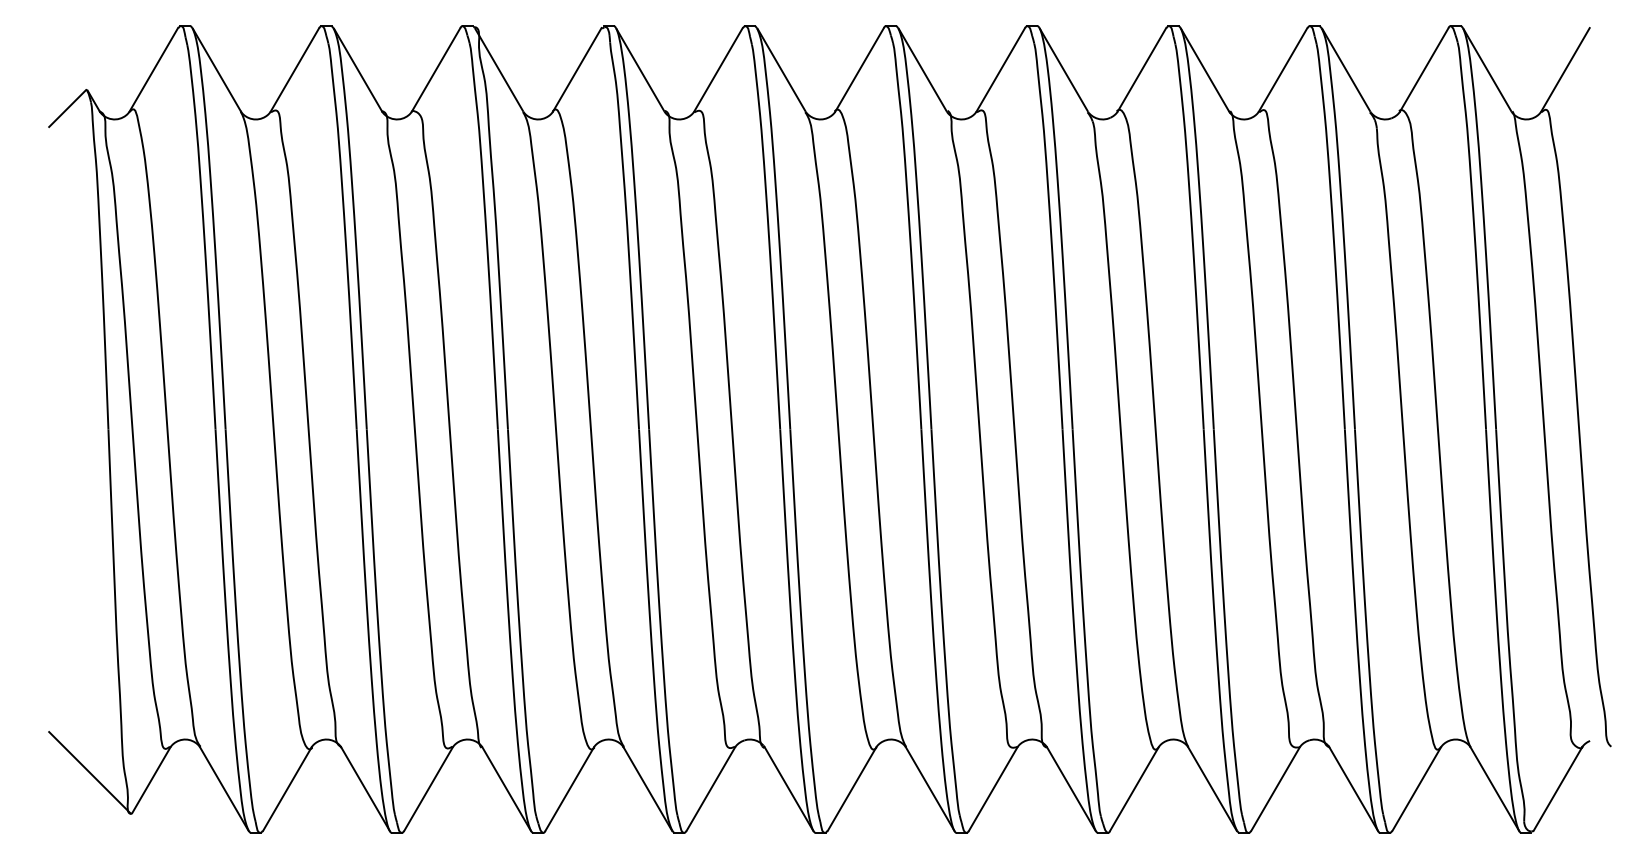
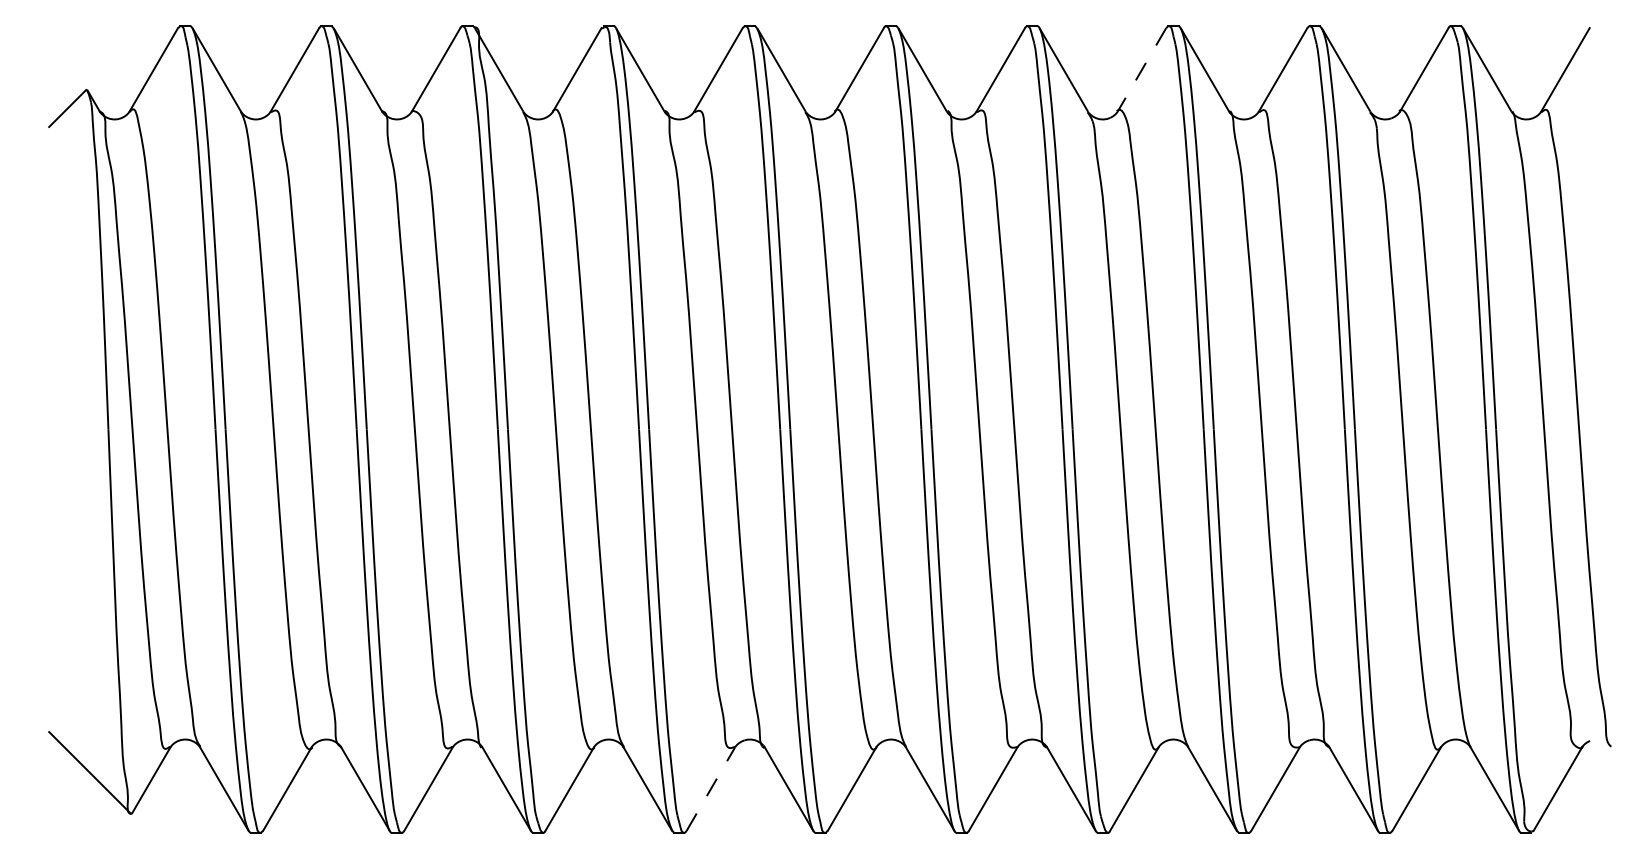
line at (1141, 70): solid -> dashed
line at (711, 788): solid -> dashed
